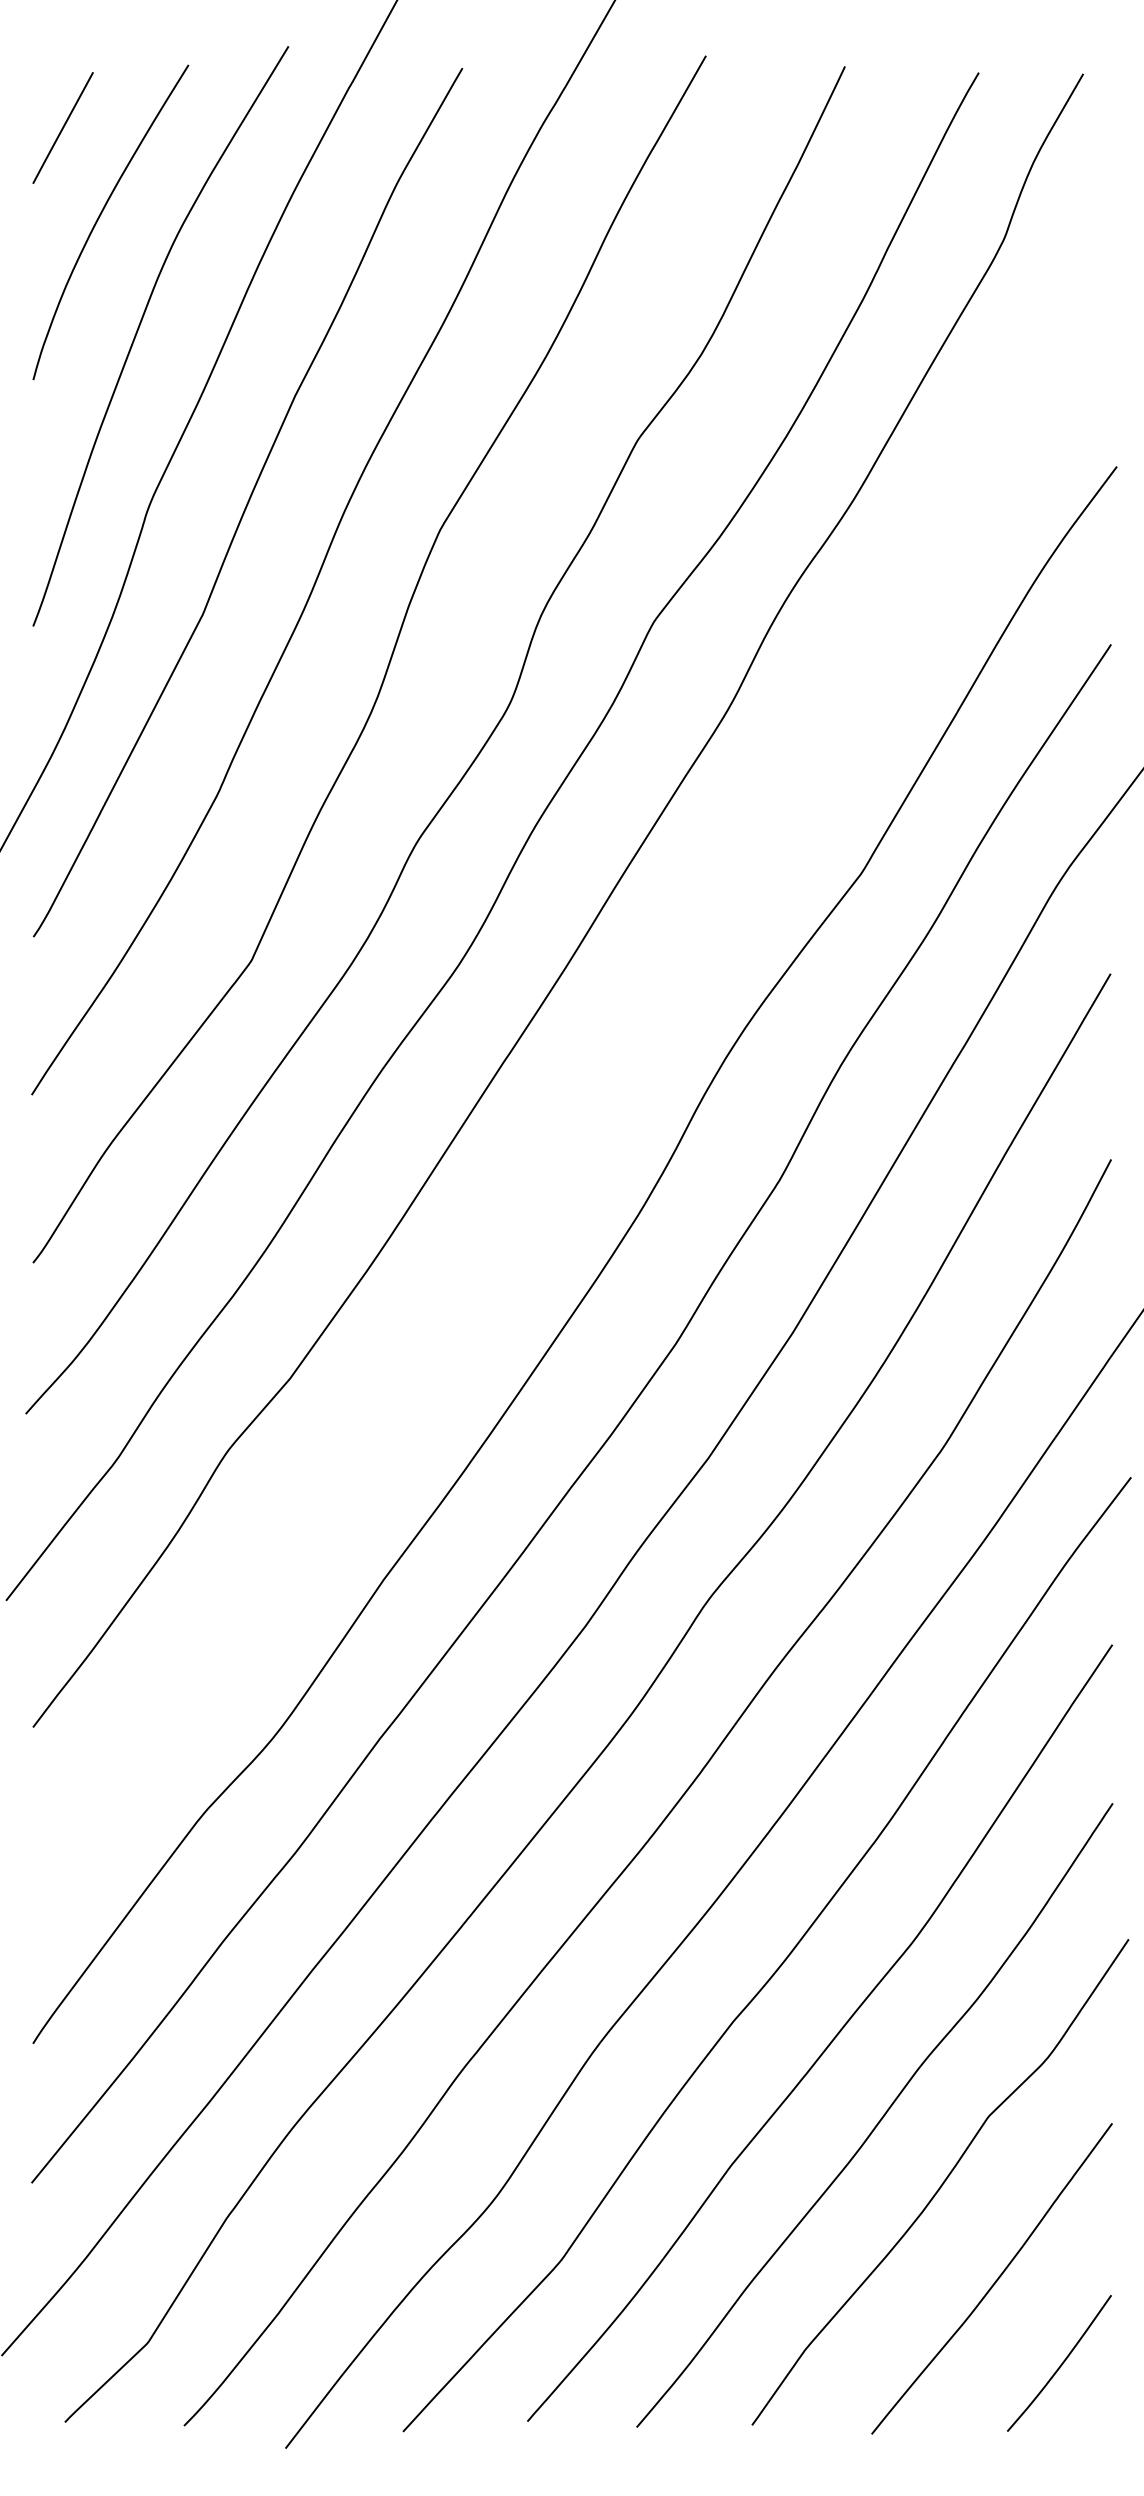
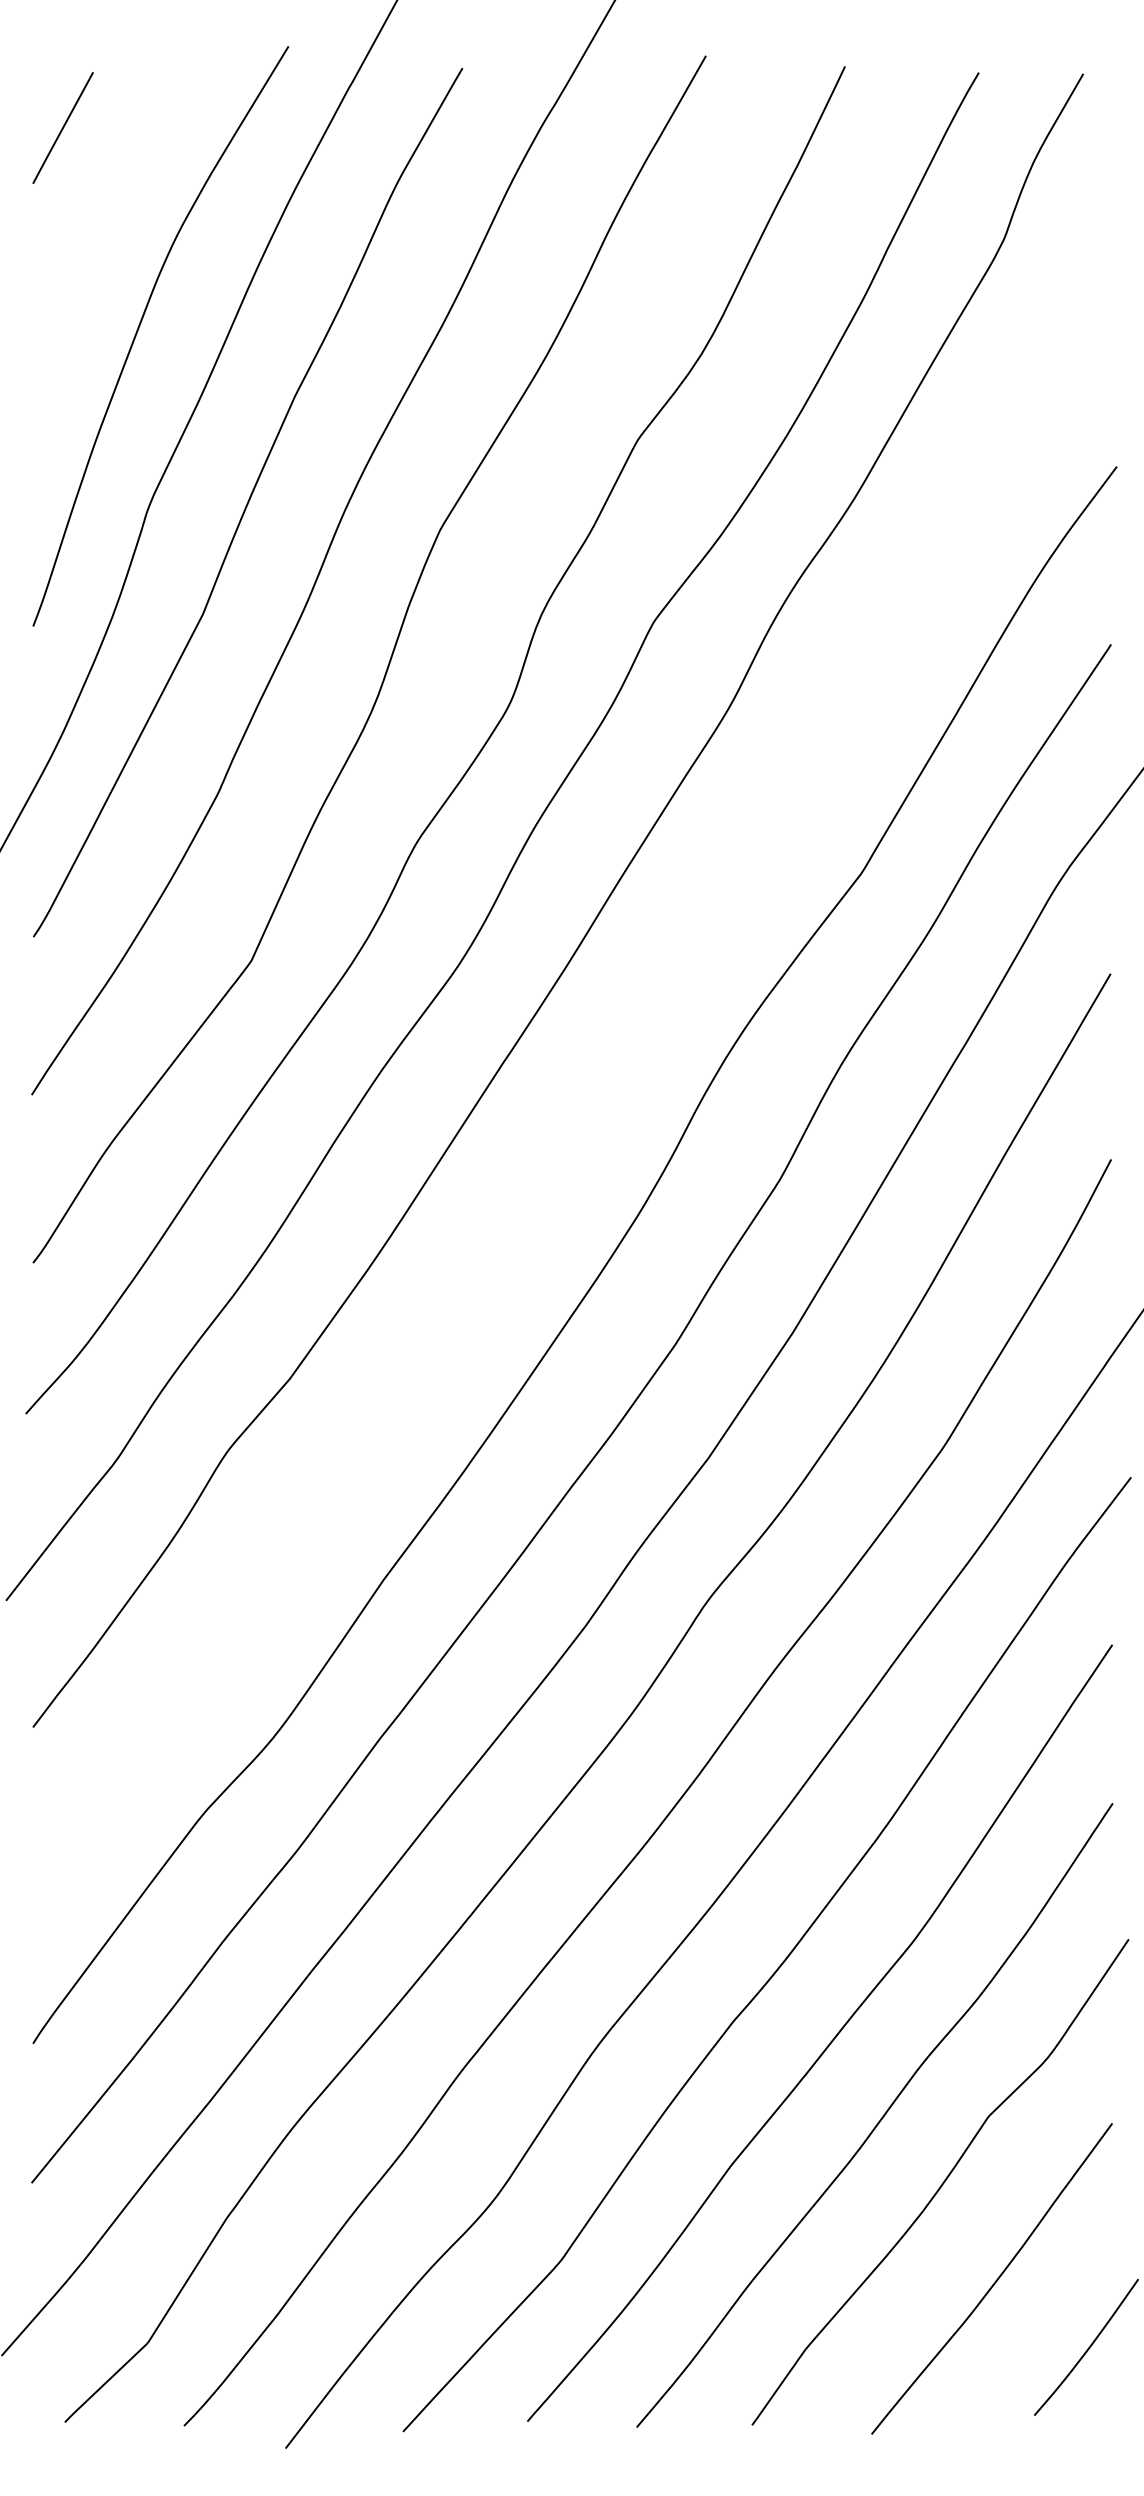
curve at (100, 216): present -> none
curve at (1060, 2364) position: (1060, 2364) -> (1087, 2348)
